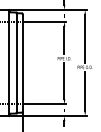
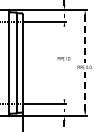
line at (85, 39): solid -> dashed
line at (64, 40): present -> none
line at (64, 81): present -> none
line at (85, 91): solid -> dashed
